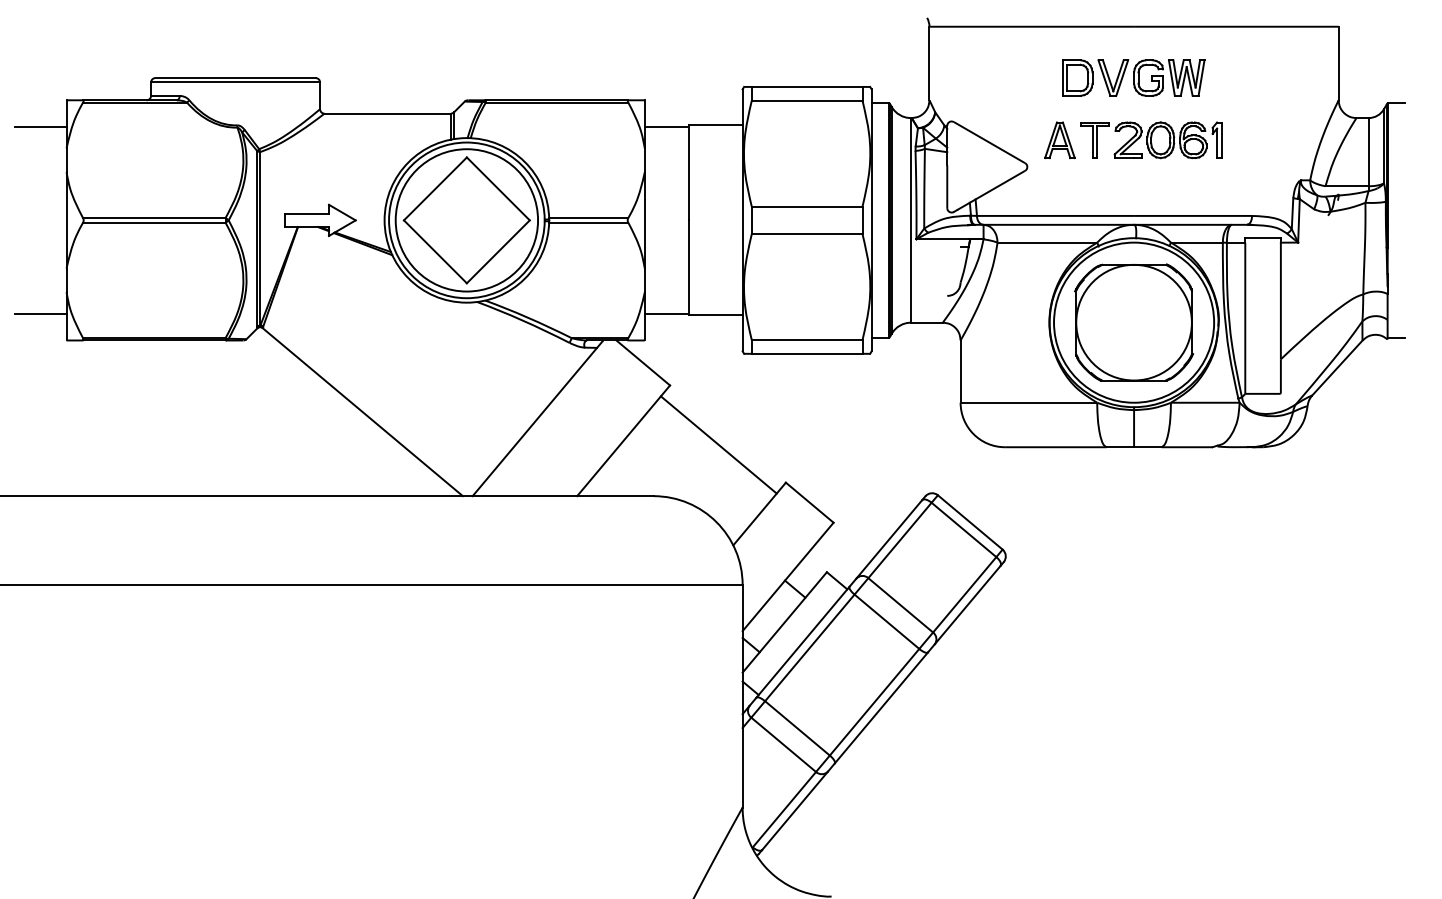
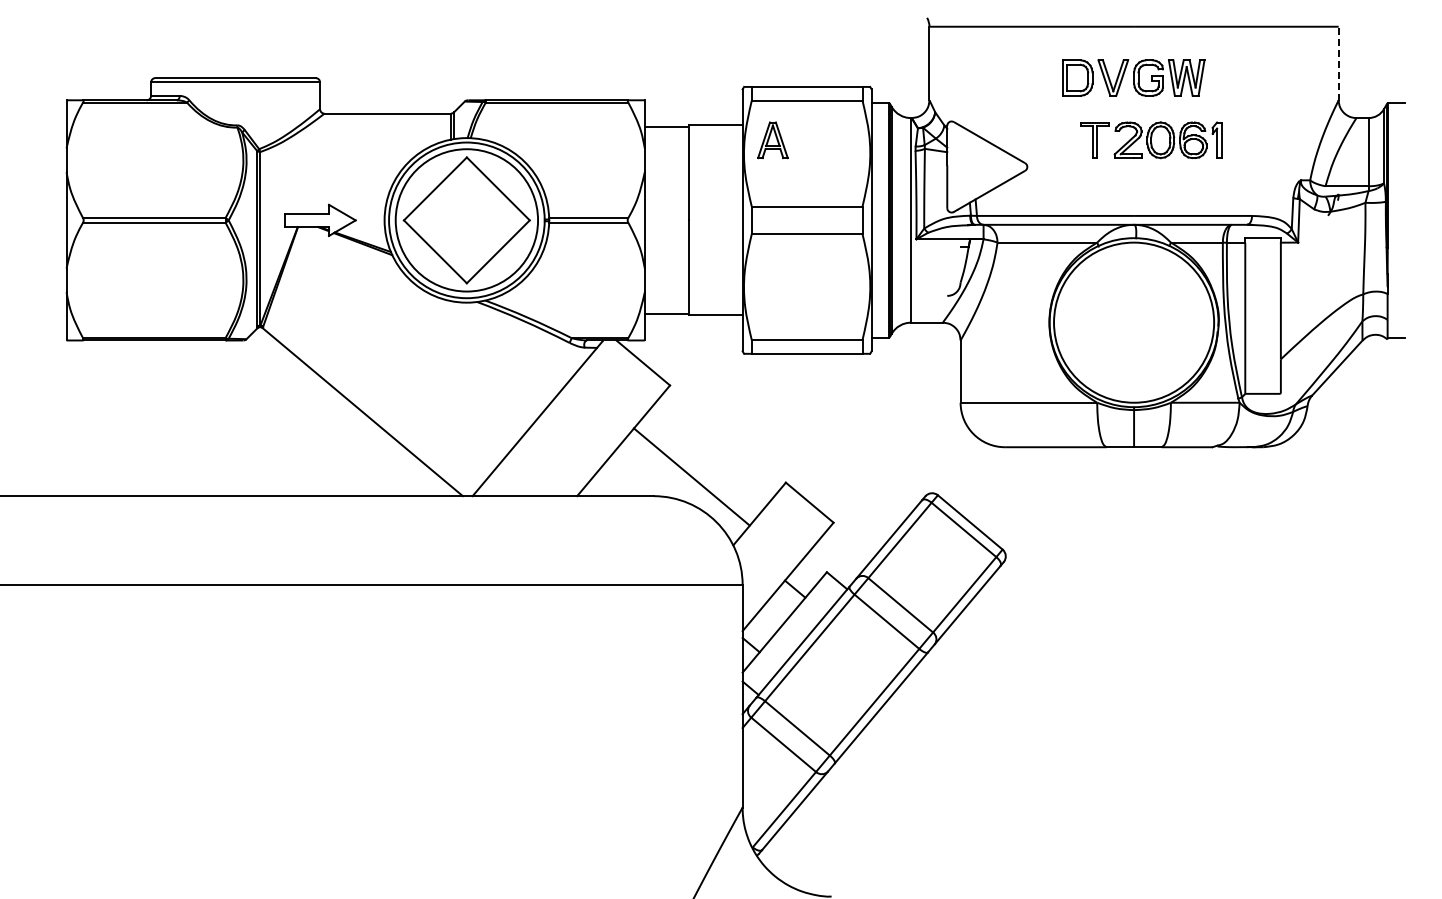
line at (1338, 63): solid -> dashed
line at (40, 127): present -> none
part at (1059, 140) position: (1059, 140) -> (772, 140)
line at (40, 313): present -> none
part at (1134, 322): present -> none
line at (718, 444) position: (718, 444) -> (691, 476)
